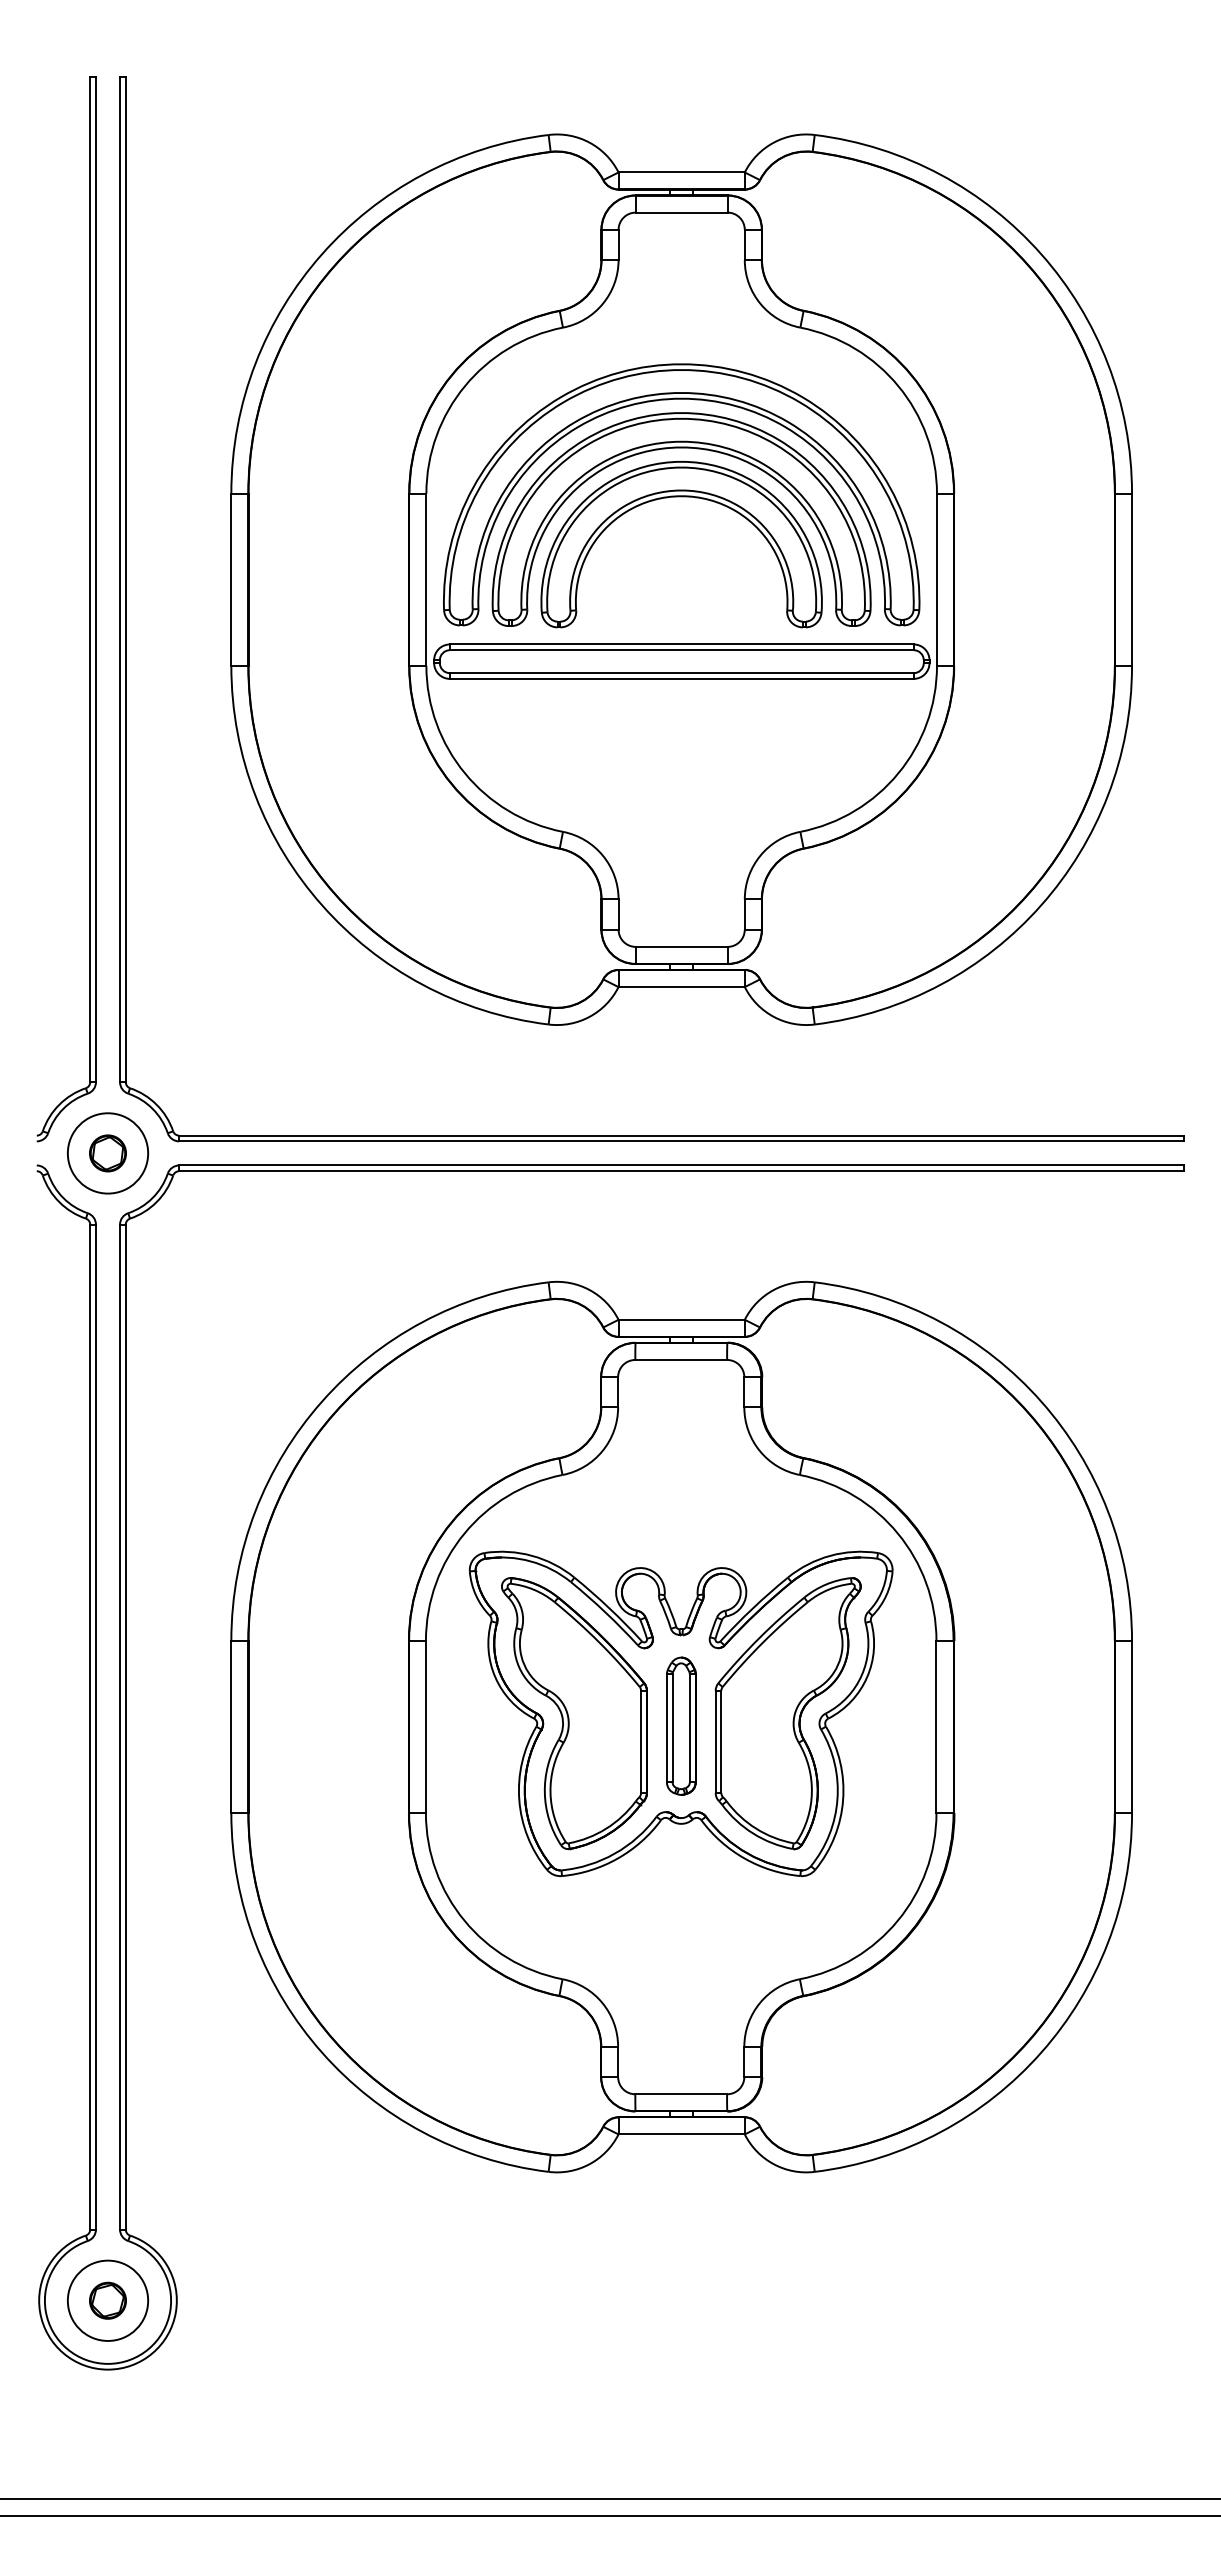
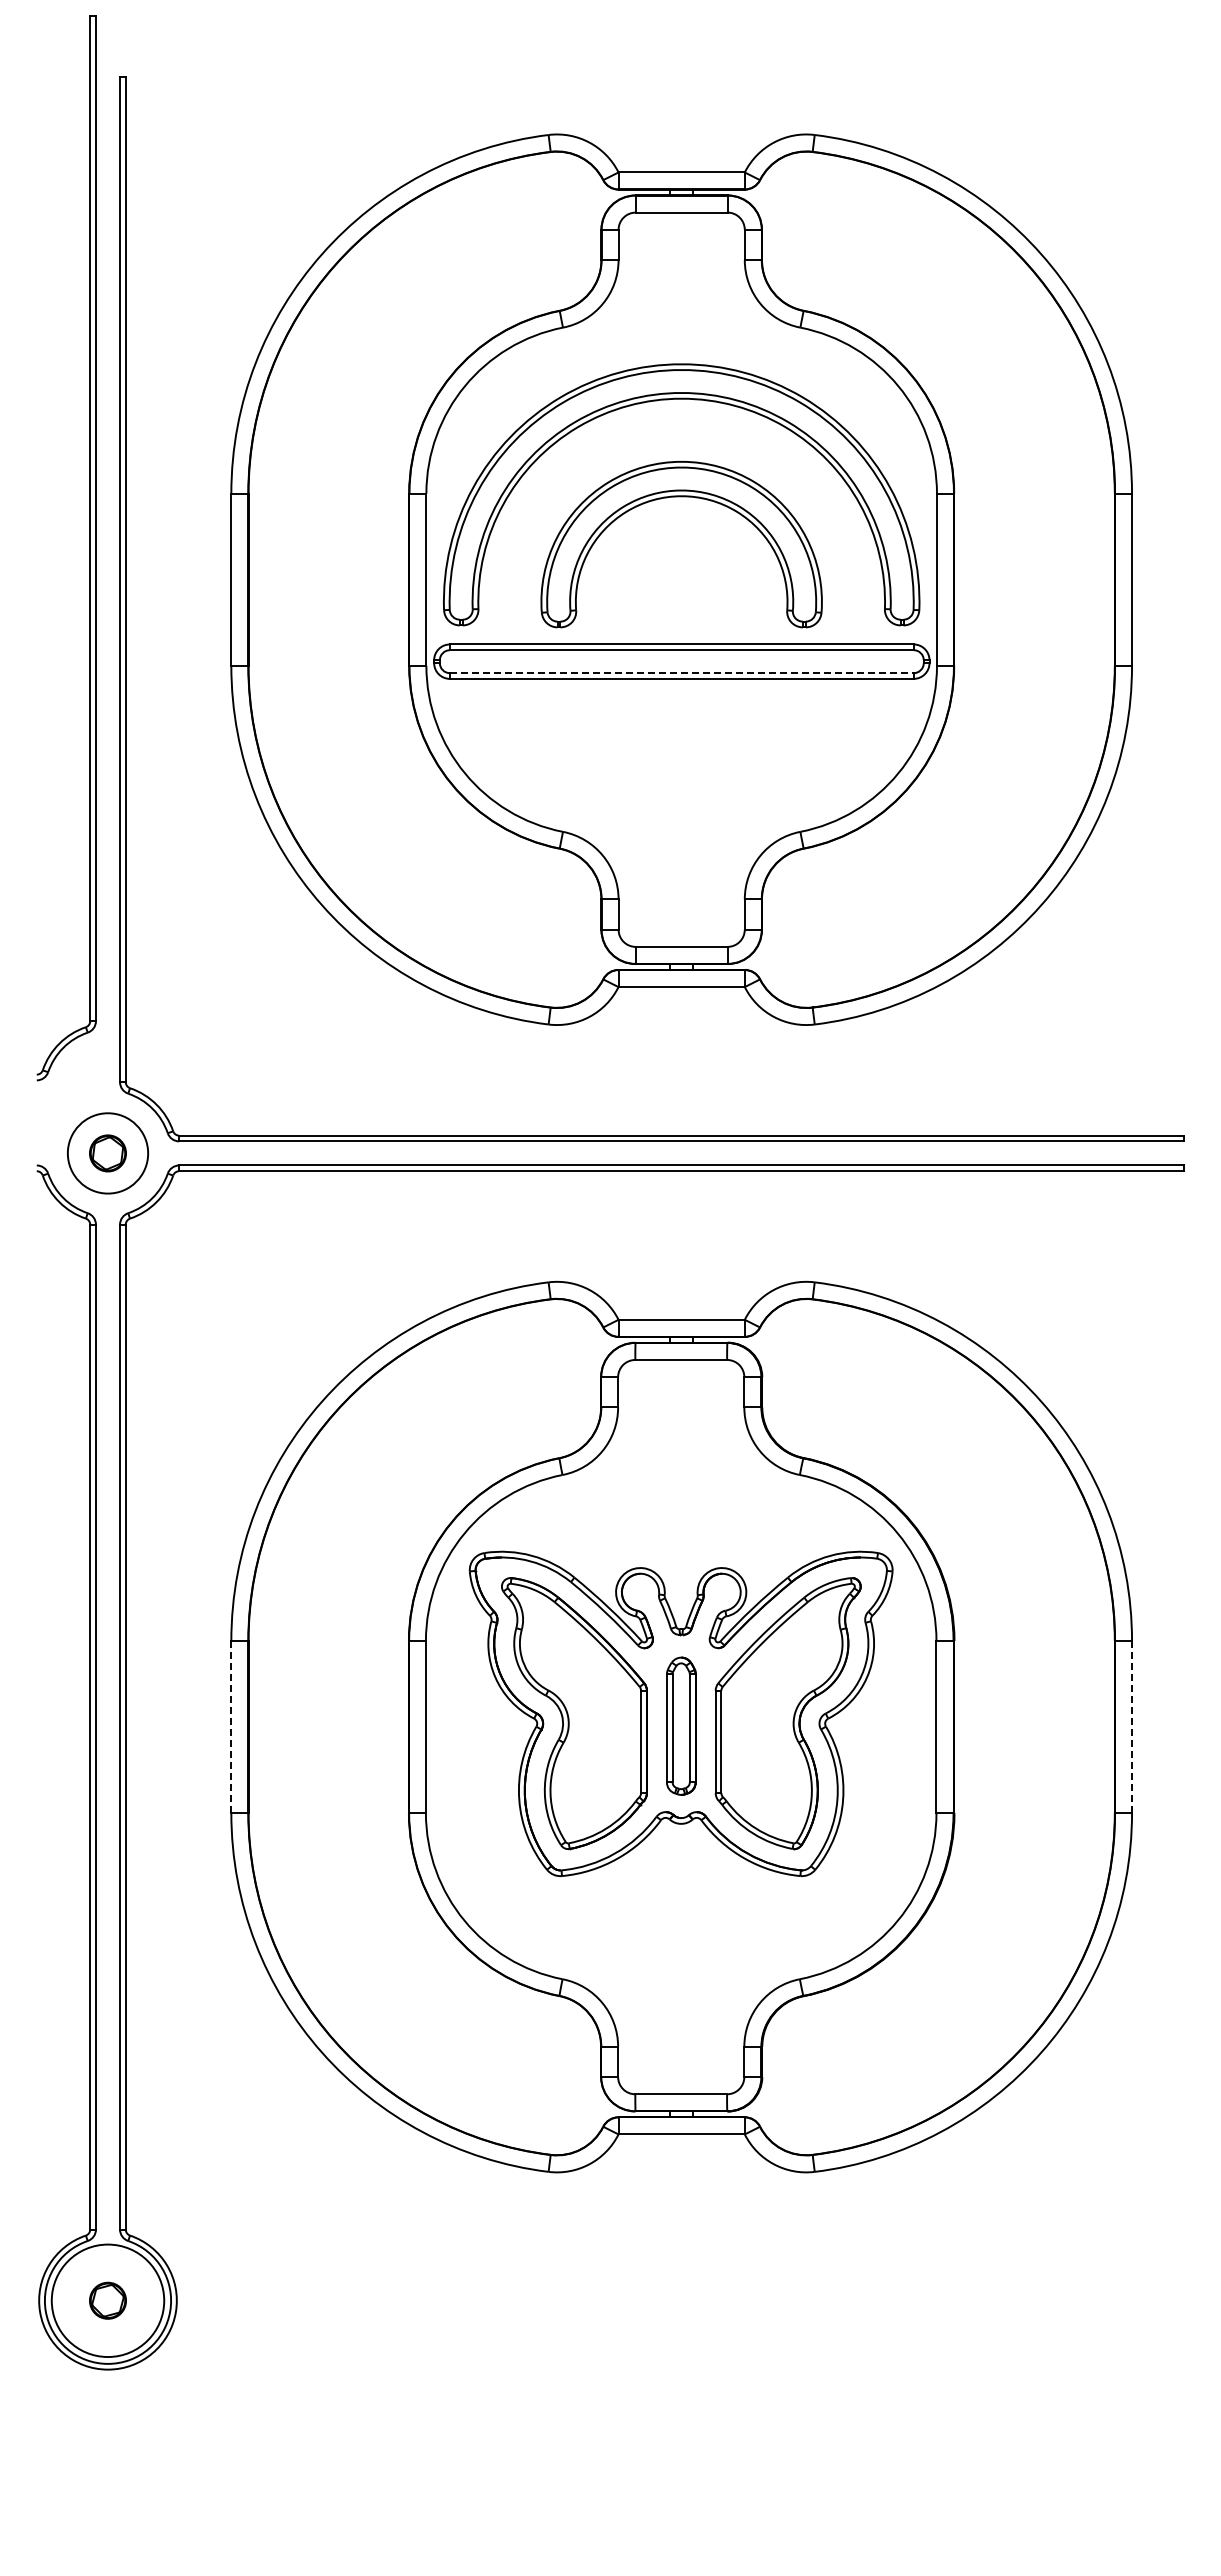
part at (681, 448): present -> none
part at (89, 609) position: (89, 609) -> (89, 548)
line at (681, 673): solid -> dashed
line at (231, 1726): solid -> dashed
line at (1132, 1727): solid -> dashed
circle at (107, 2300) diameter: 80 px -> 112 px
line at (609, 2498): present -> none
line at (609, 2515): present -> none
